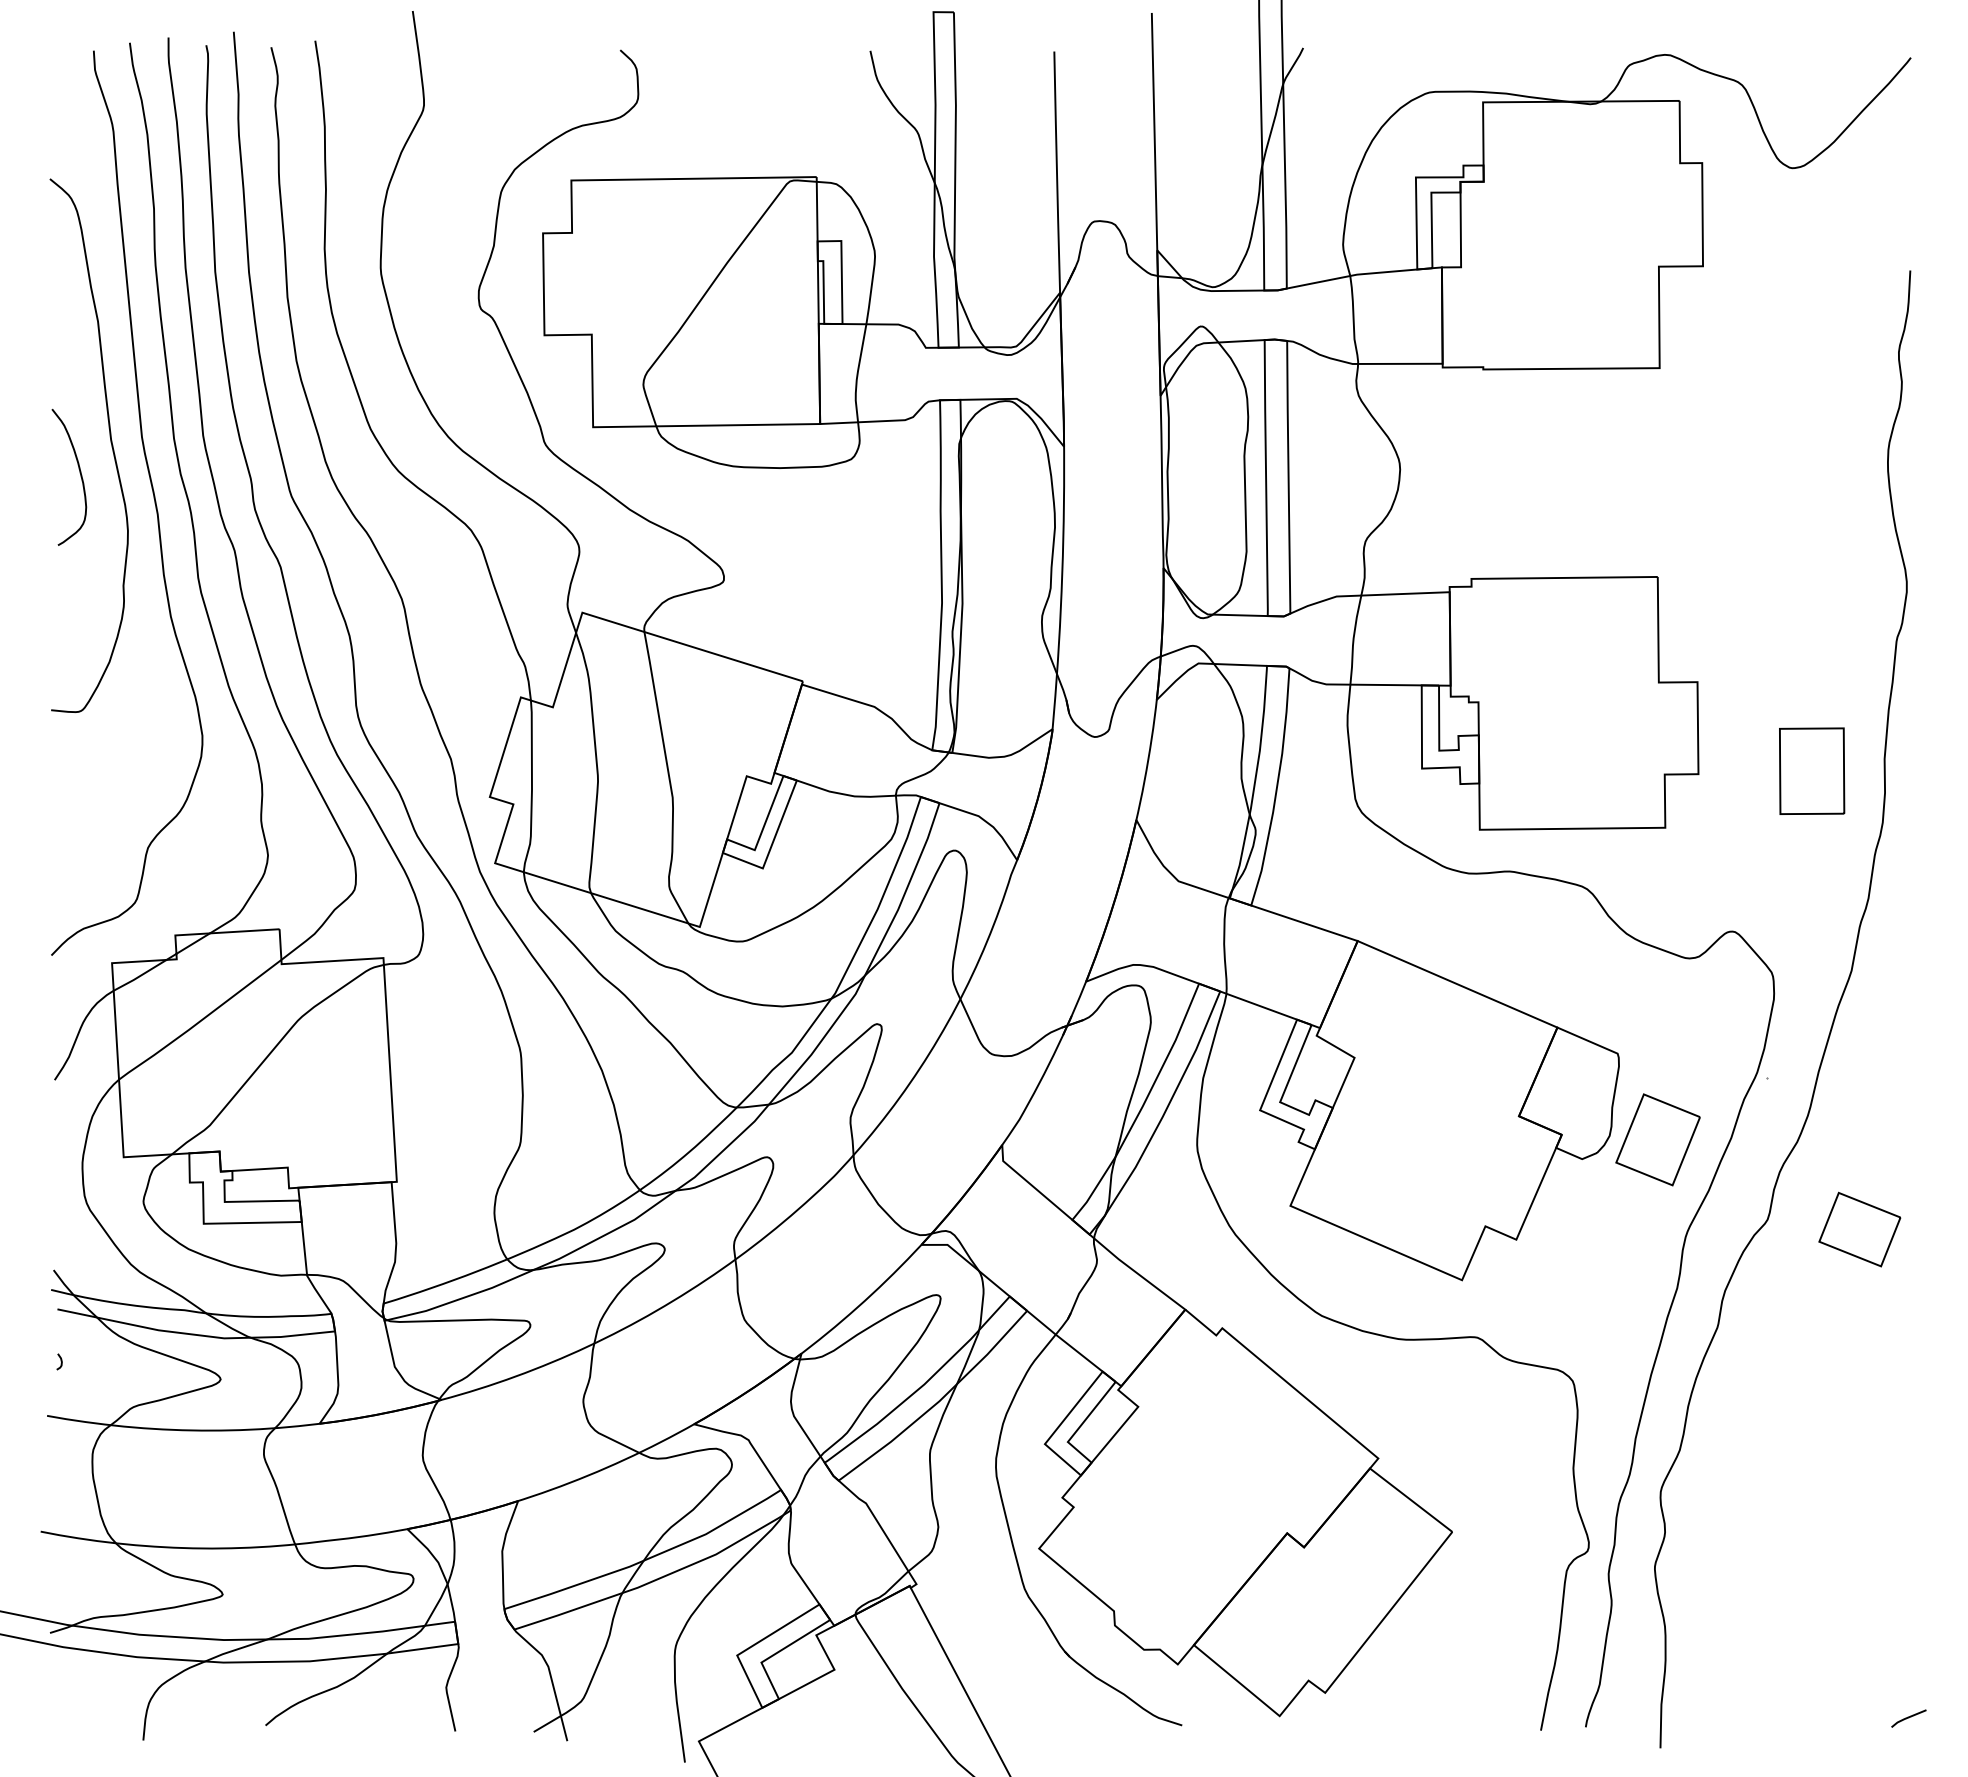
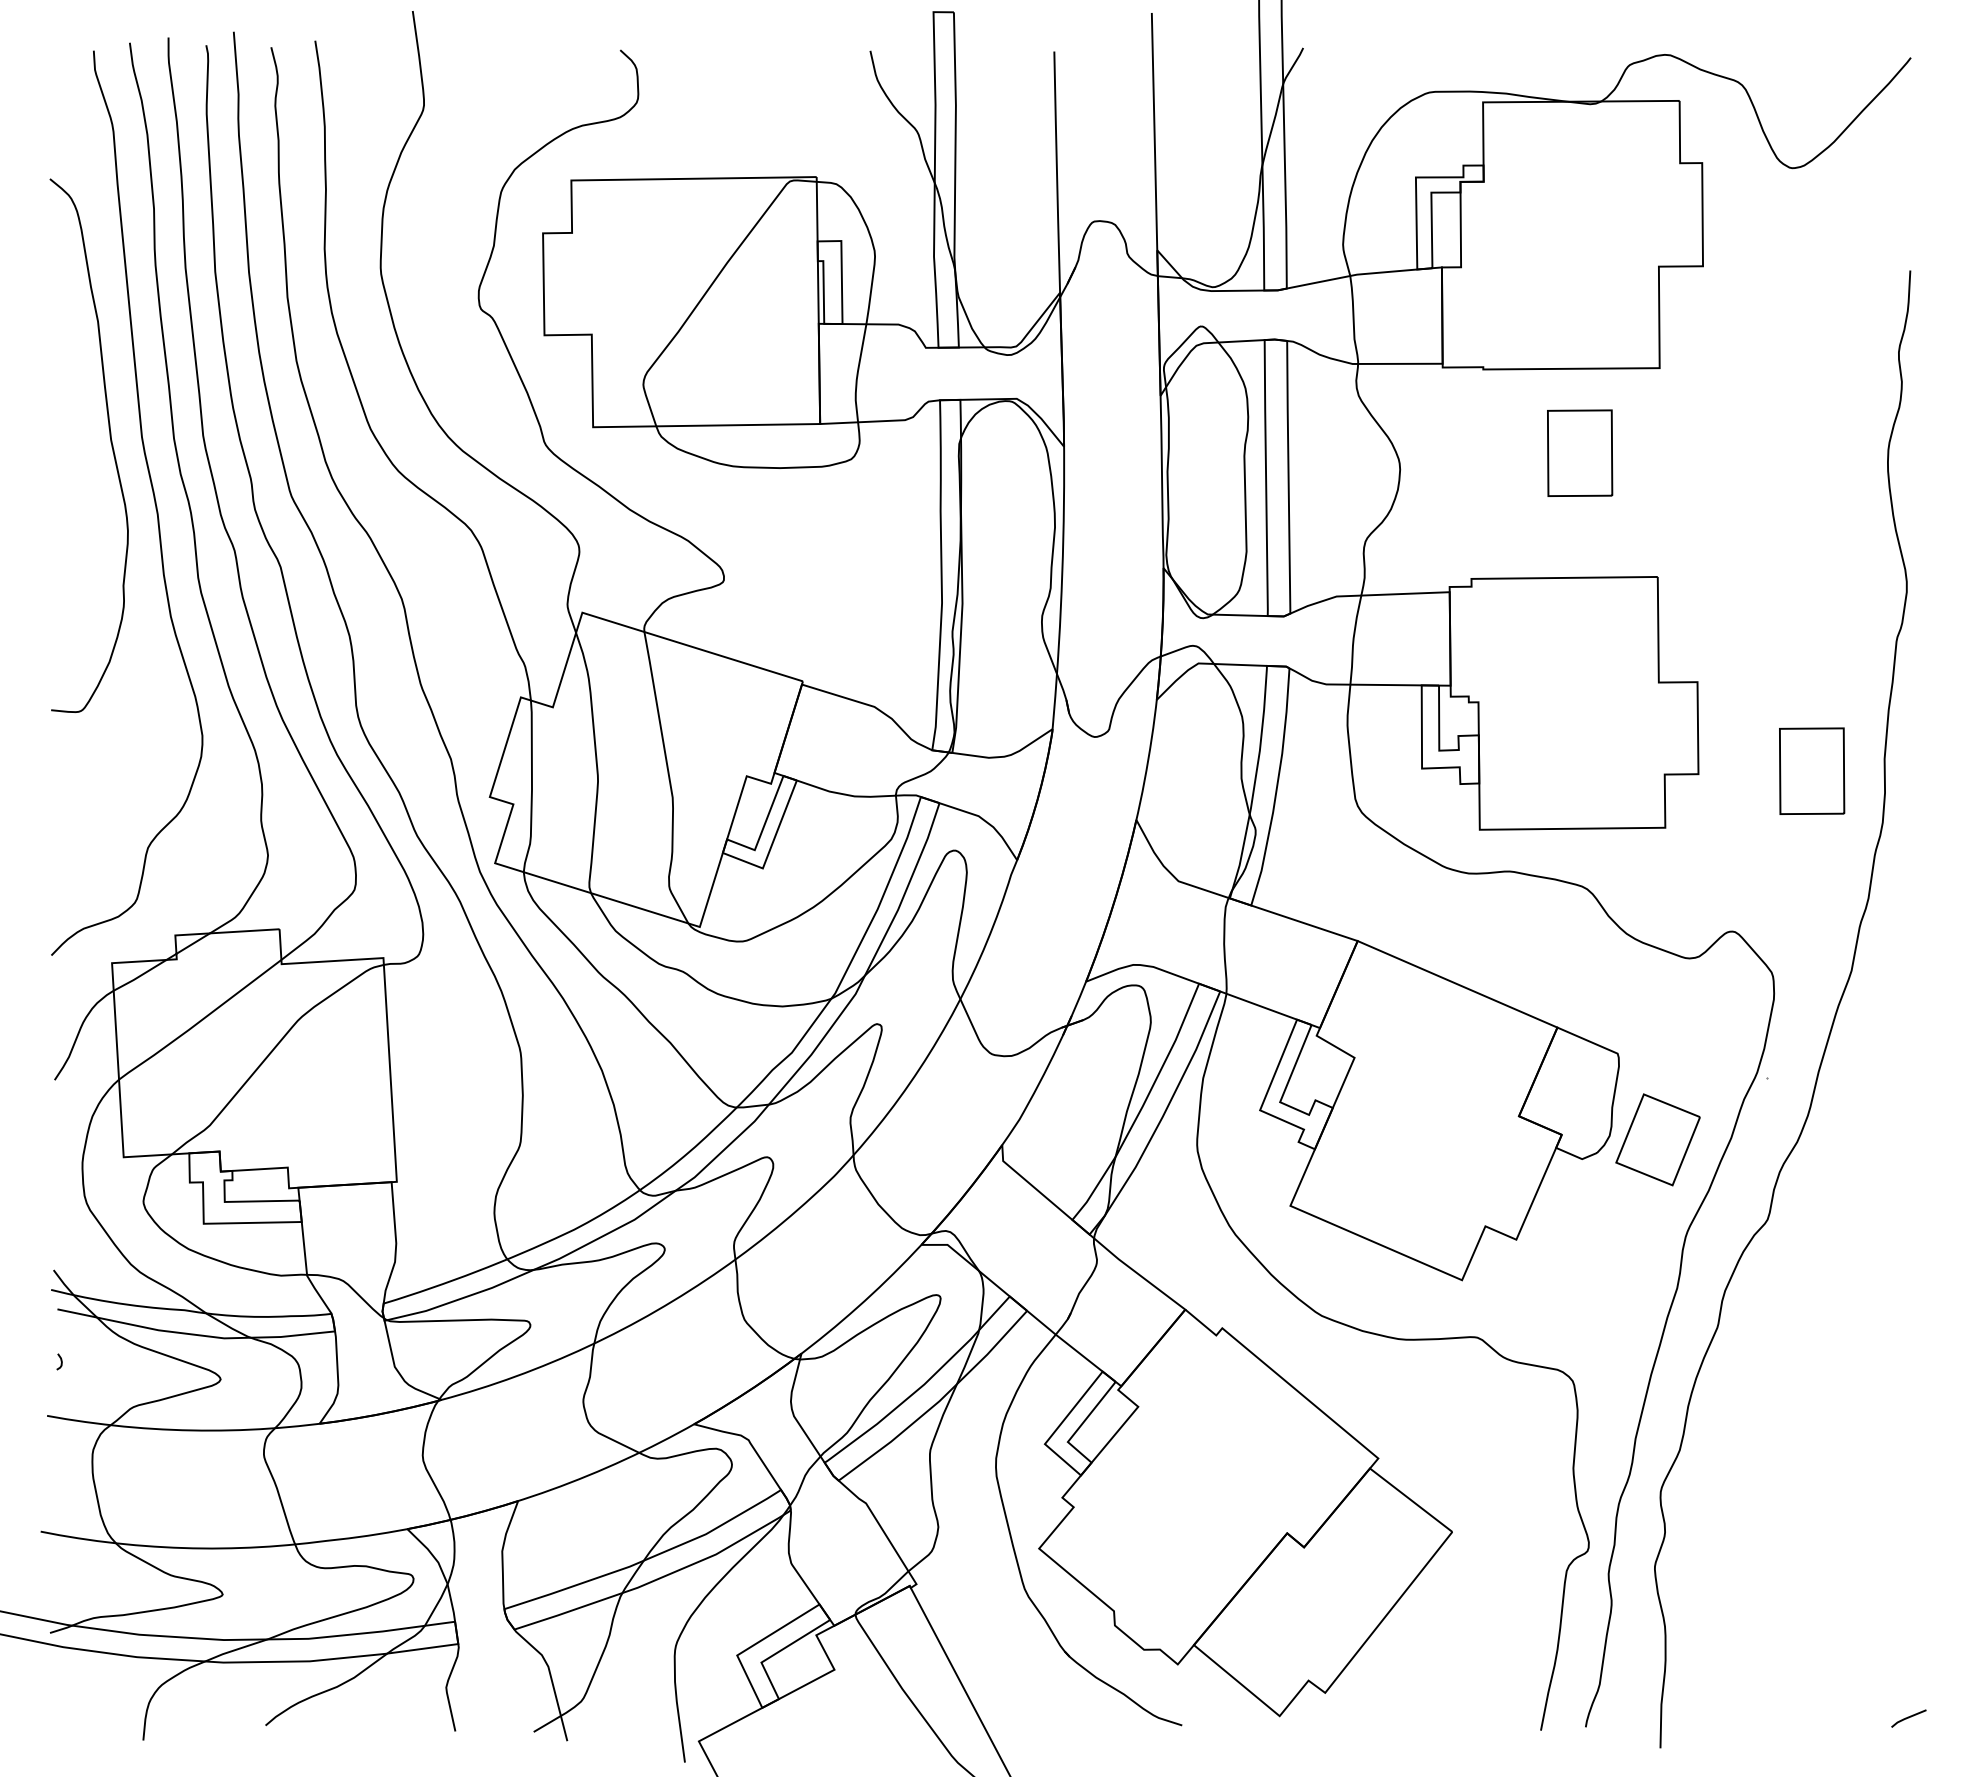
part at (1580, 452): none -> present
curve at (79, 473): present -> none
part at (1859, 1229): present -> none
